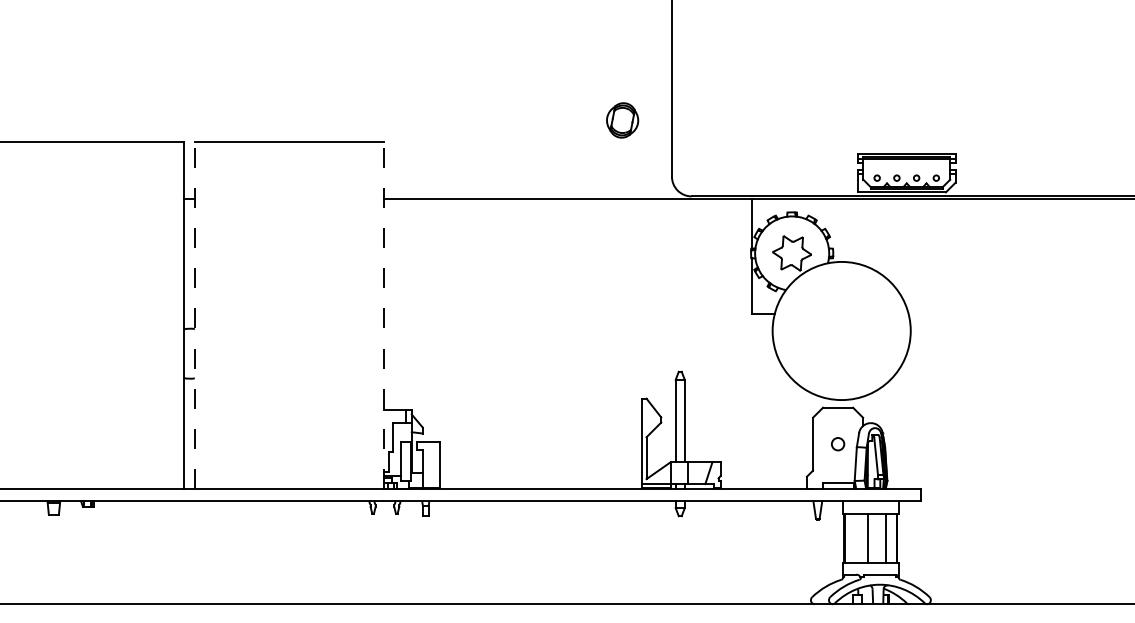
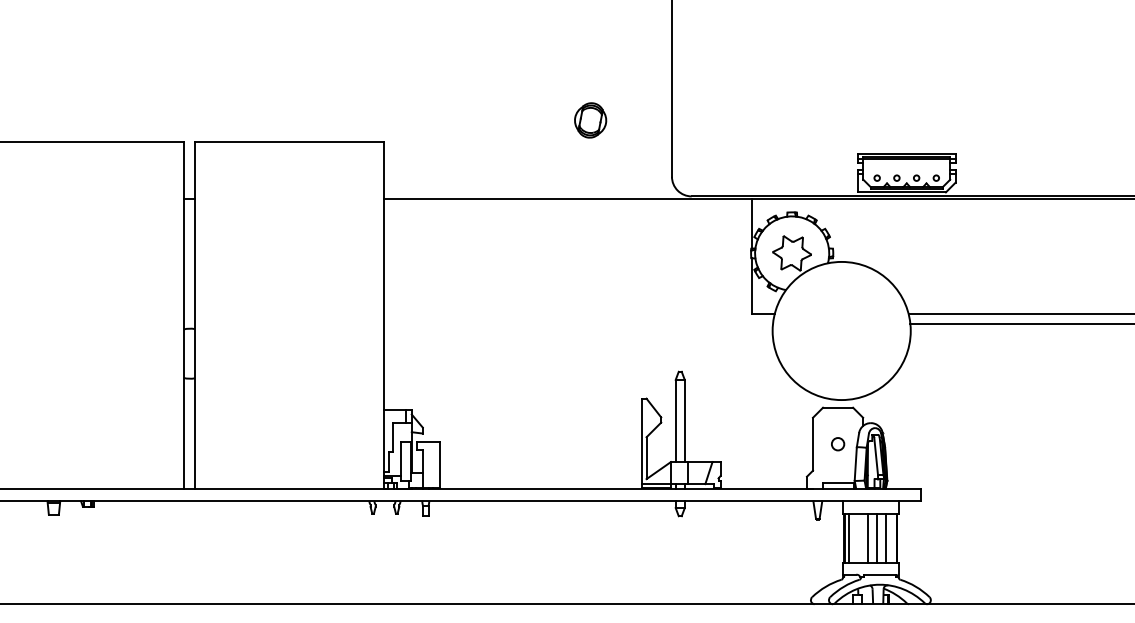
part at (622, 120) position: (622, 120) -> (590, 120)
line at (1019, 313): none -> present
line at (194, 315): dashed -> solid
line at (384, 315): dashed -> solid
line at (1020, 323): none -> present
line at (849, 537): none -> present
line at (877, 537): none -> present
